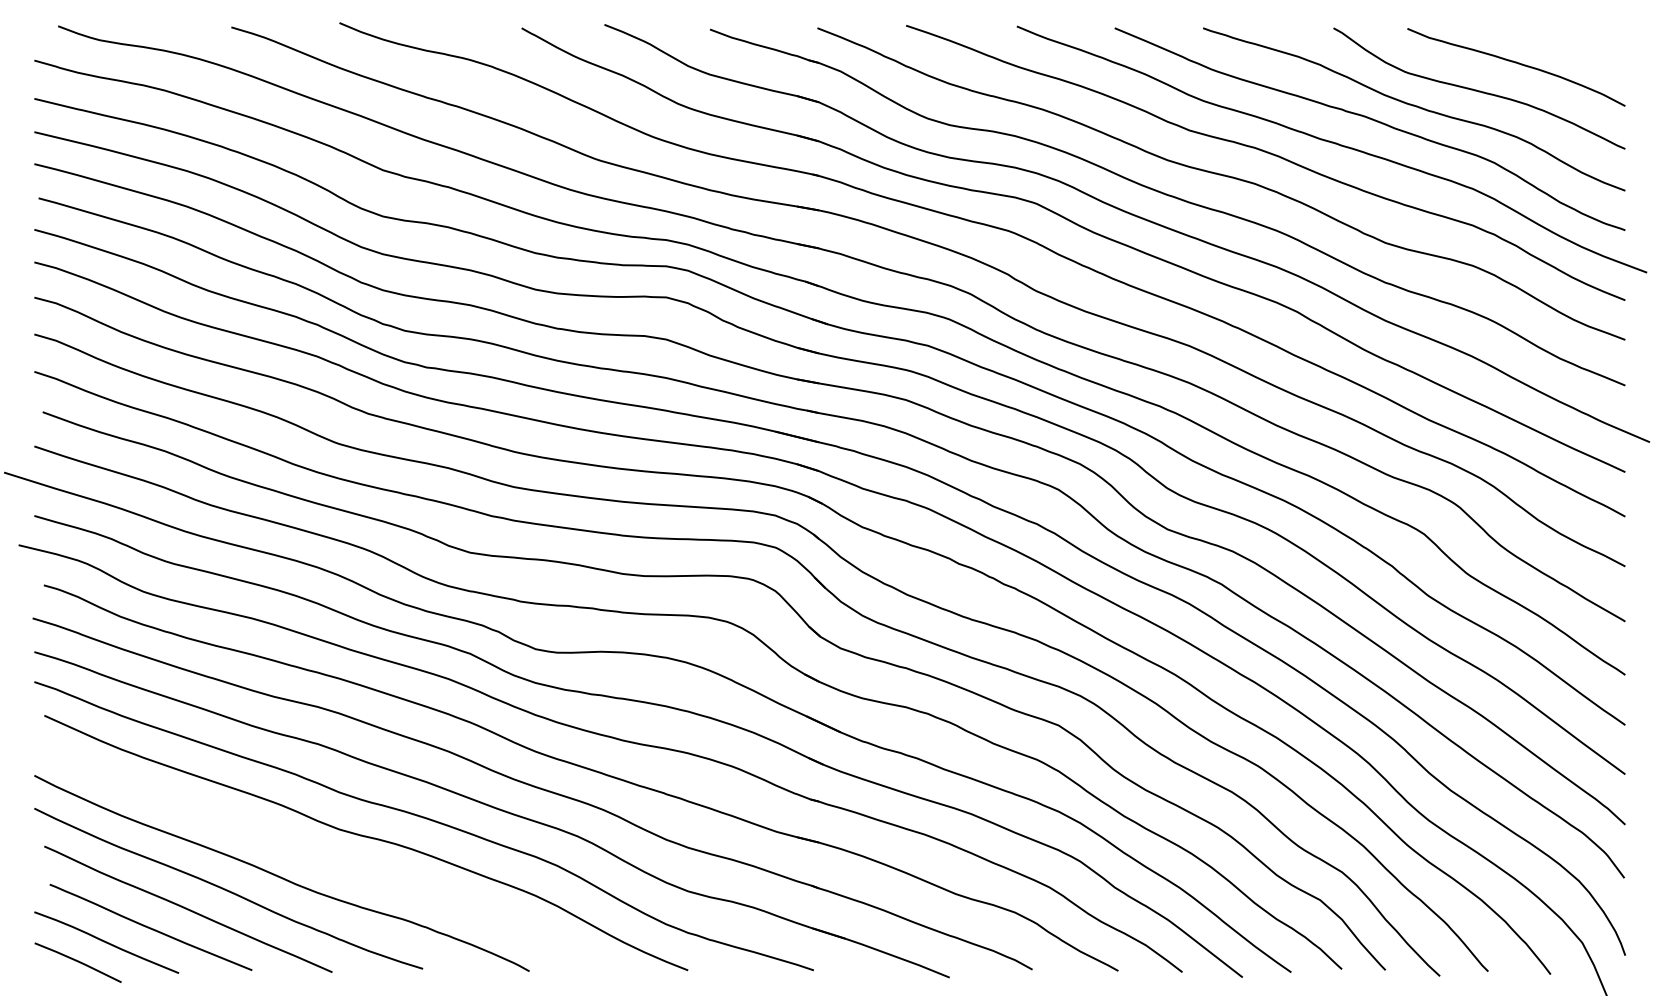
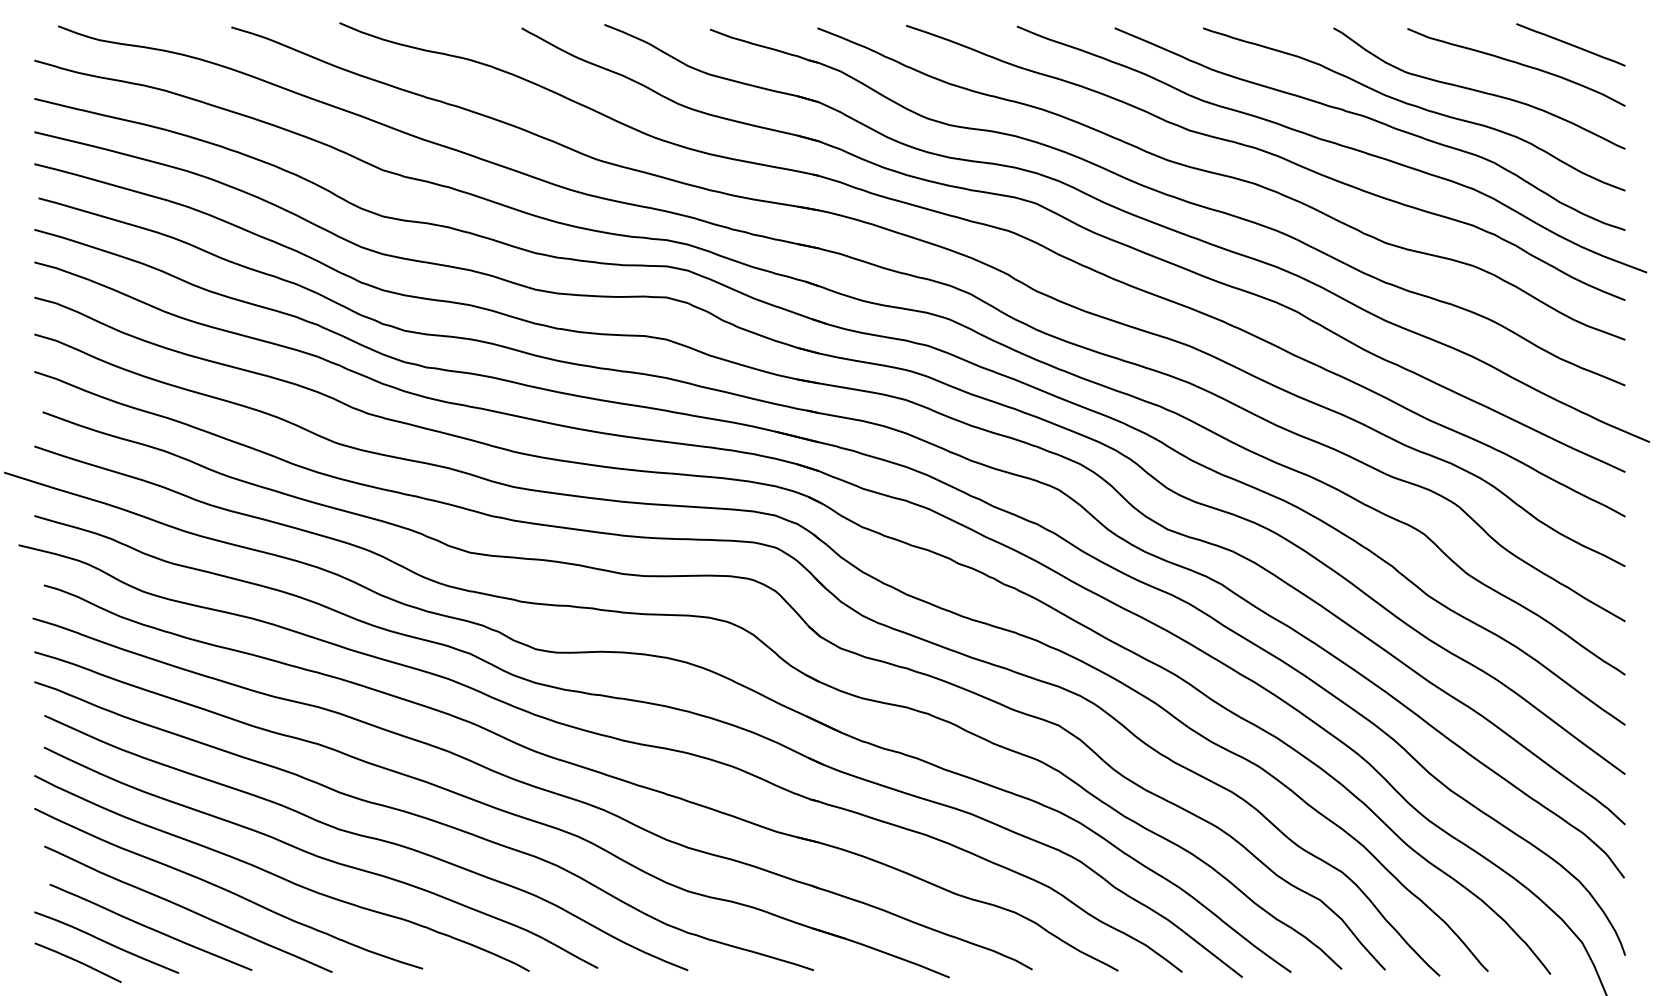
line at (1570, 44): none -> present
curve at (320, 857): none -> present
